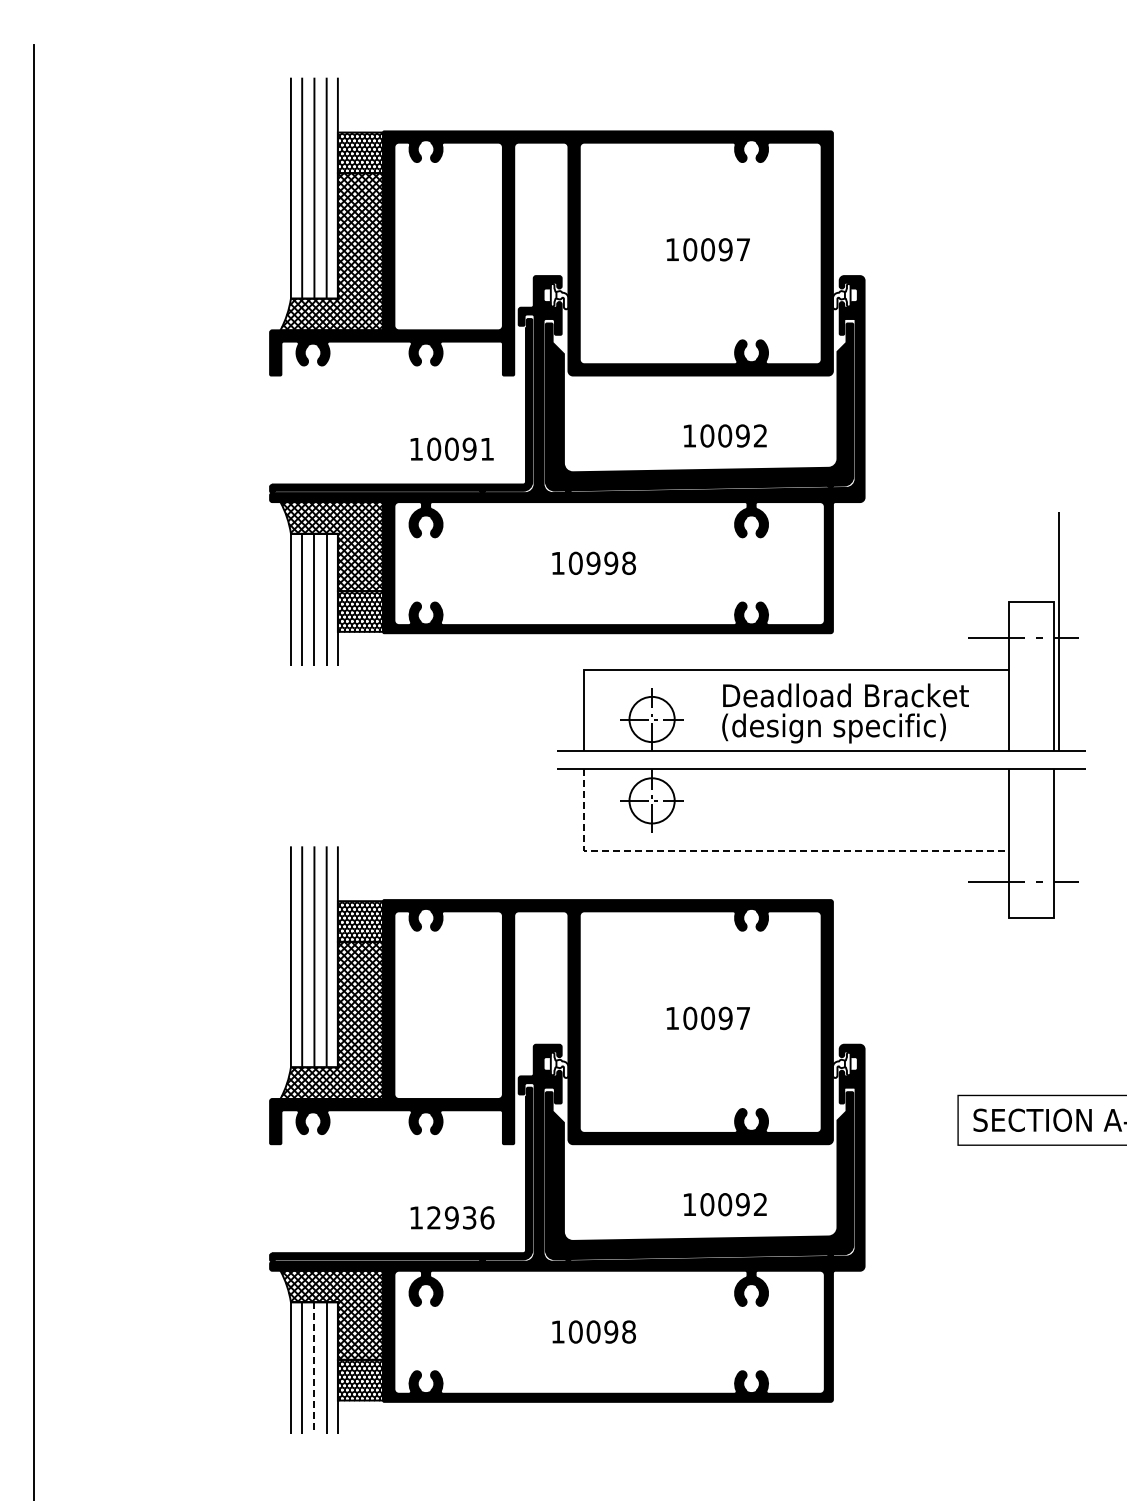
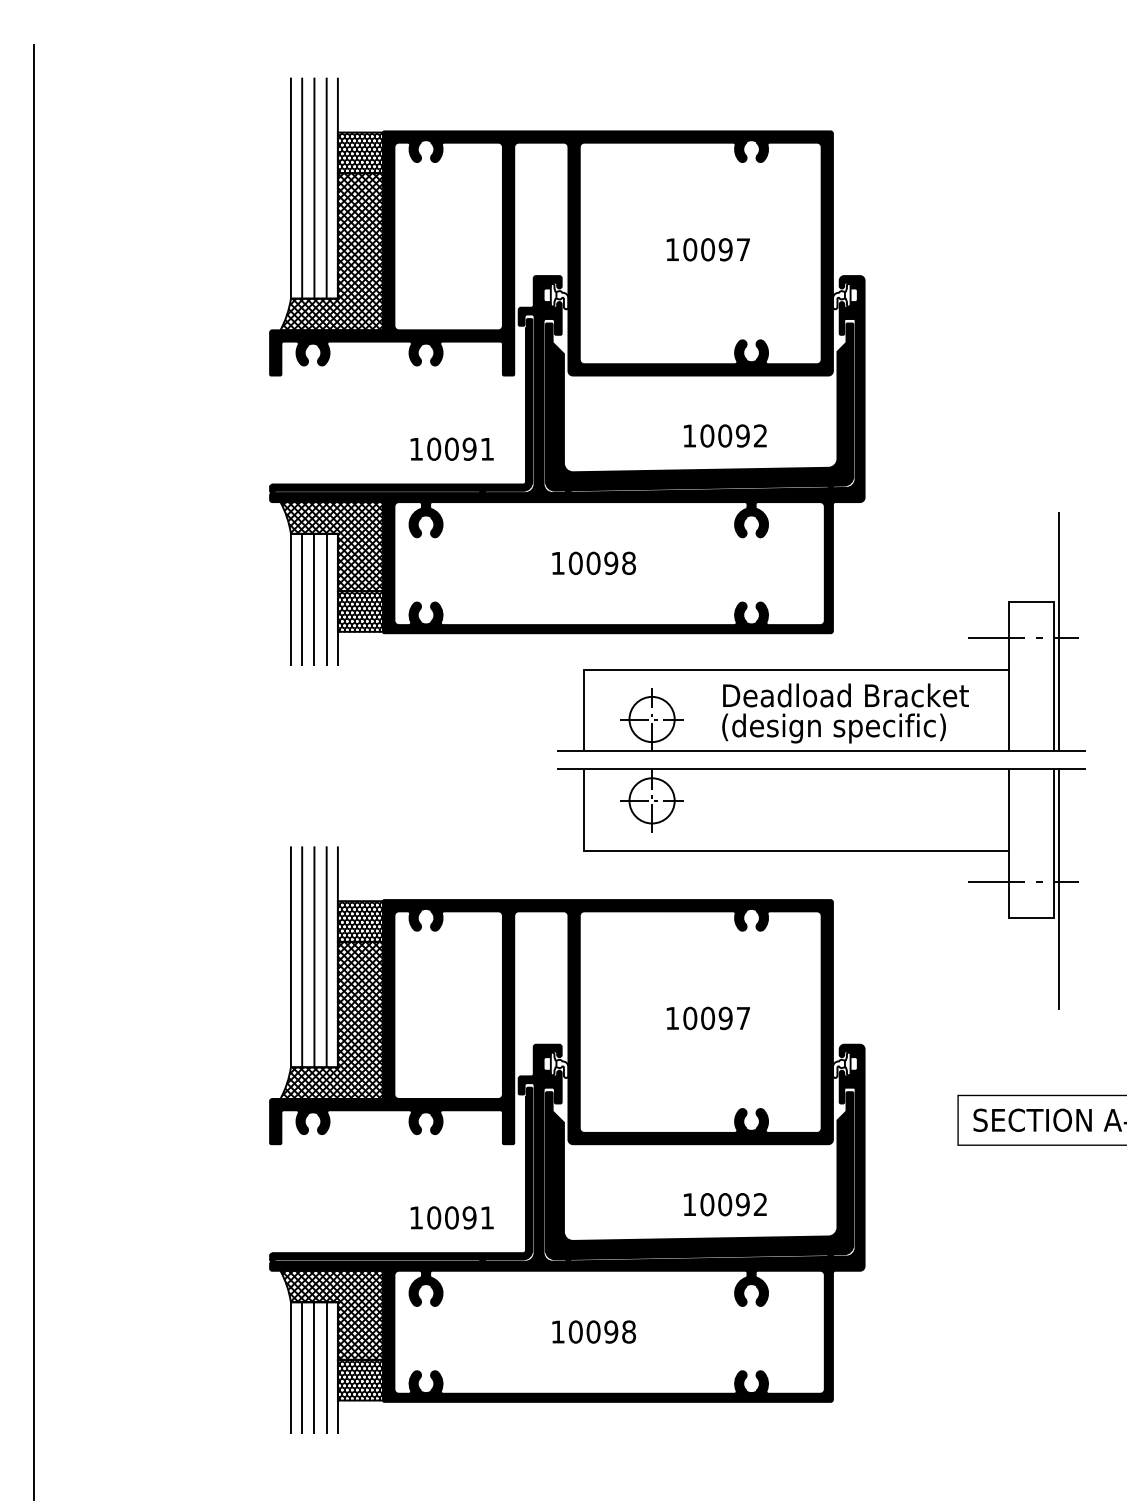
text at (593, 563): 10998 -> 10098
line at (755, 850): dashed -> solid
line at (1058, 888): none -> present
text at (460, 1217): 12936 -> 10091
line at (314, 1368): dashed -> solid
